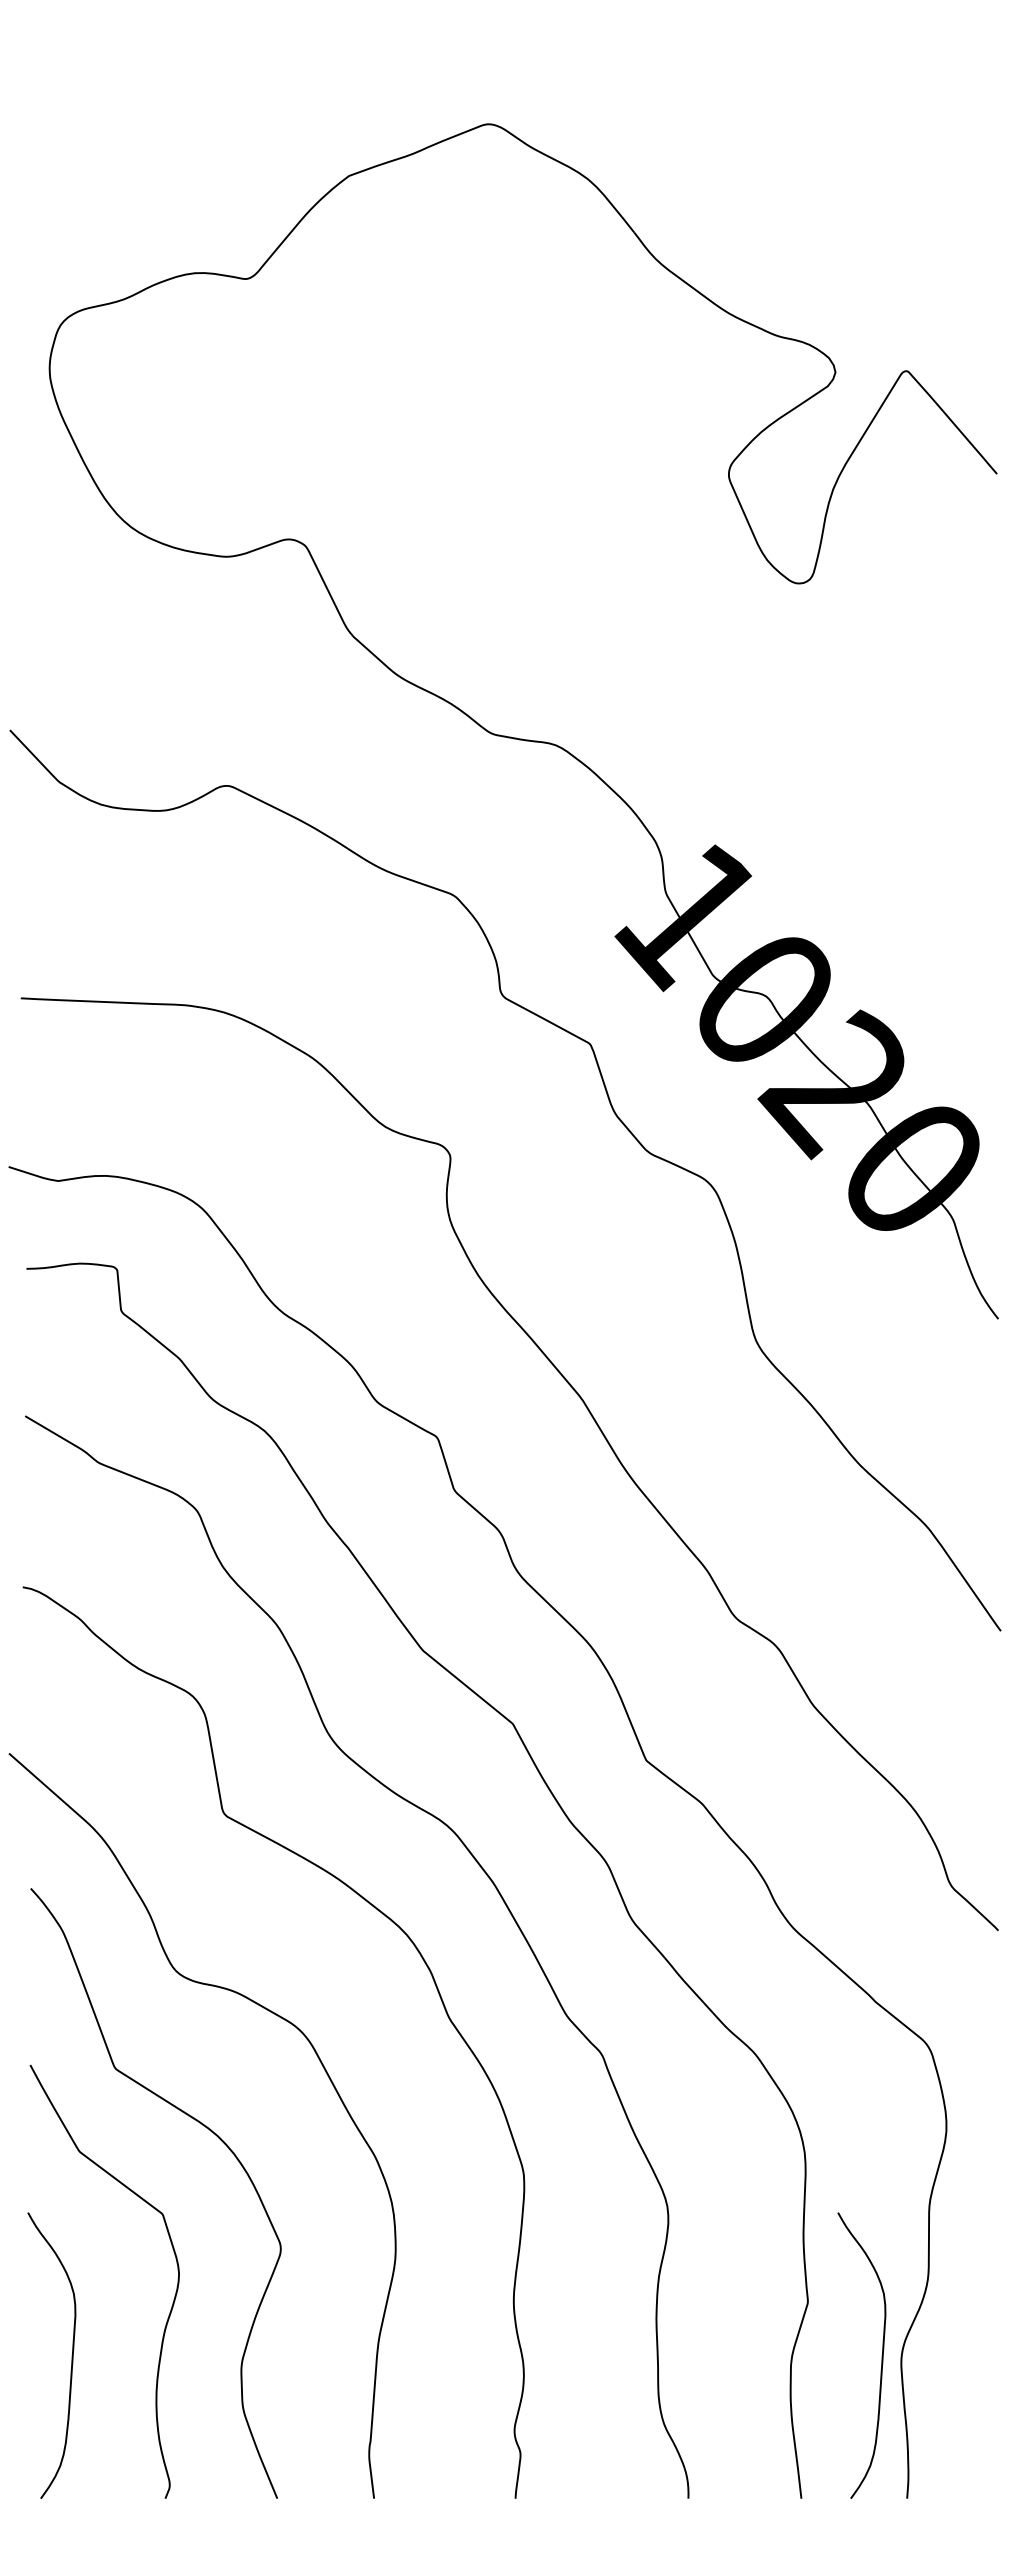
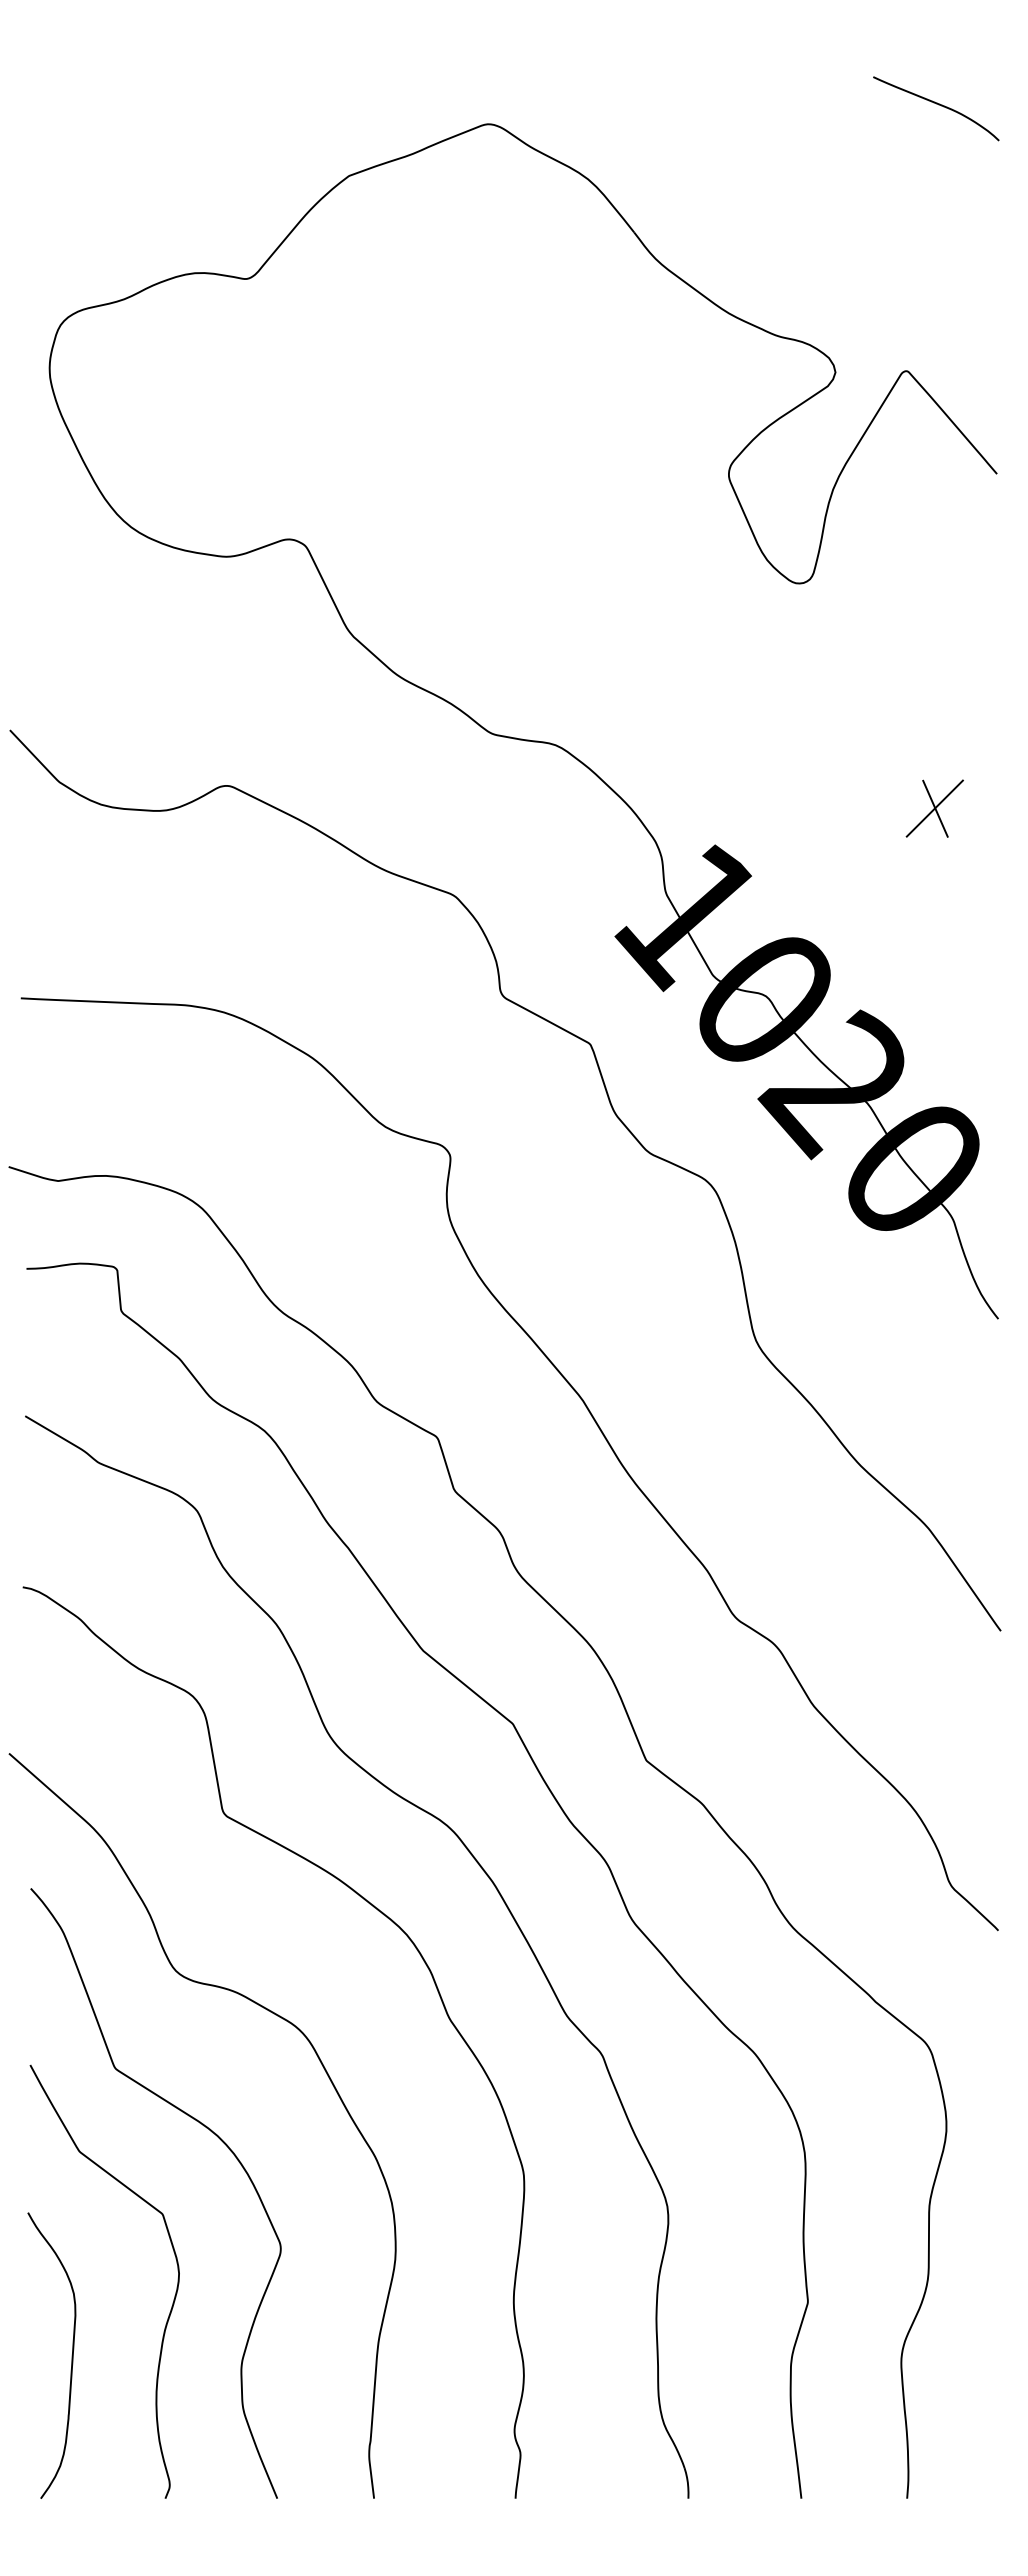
curve at (938, 105): none -> present
part at (934, 808): none -> present
curve at (881, 2355): present -> none
